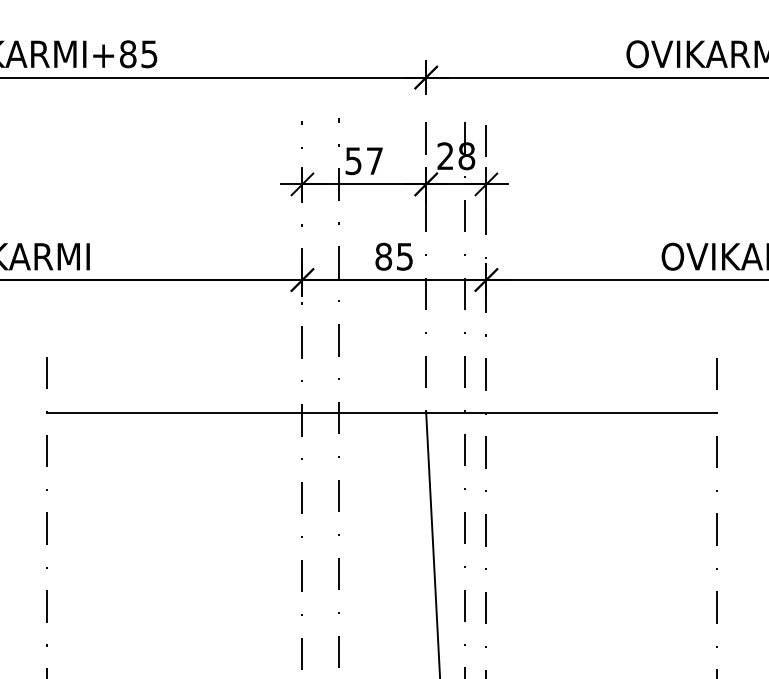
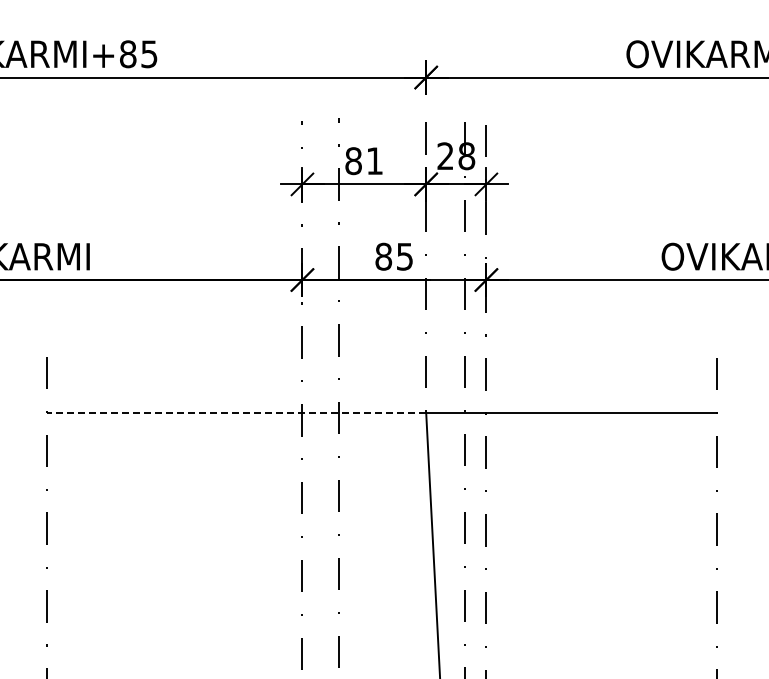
text at (363, 161): 57 -> 81
line at (236, 412): solid -> dashed
